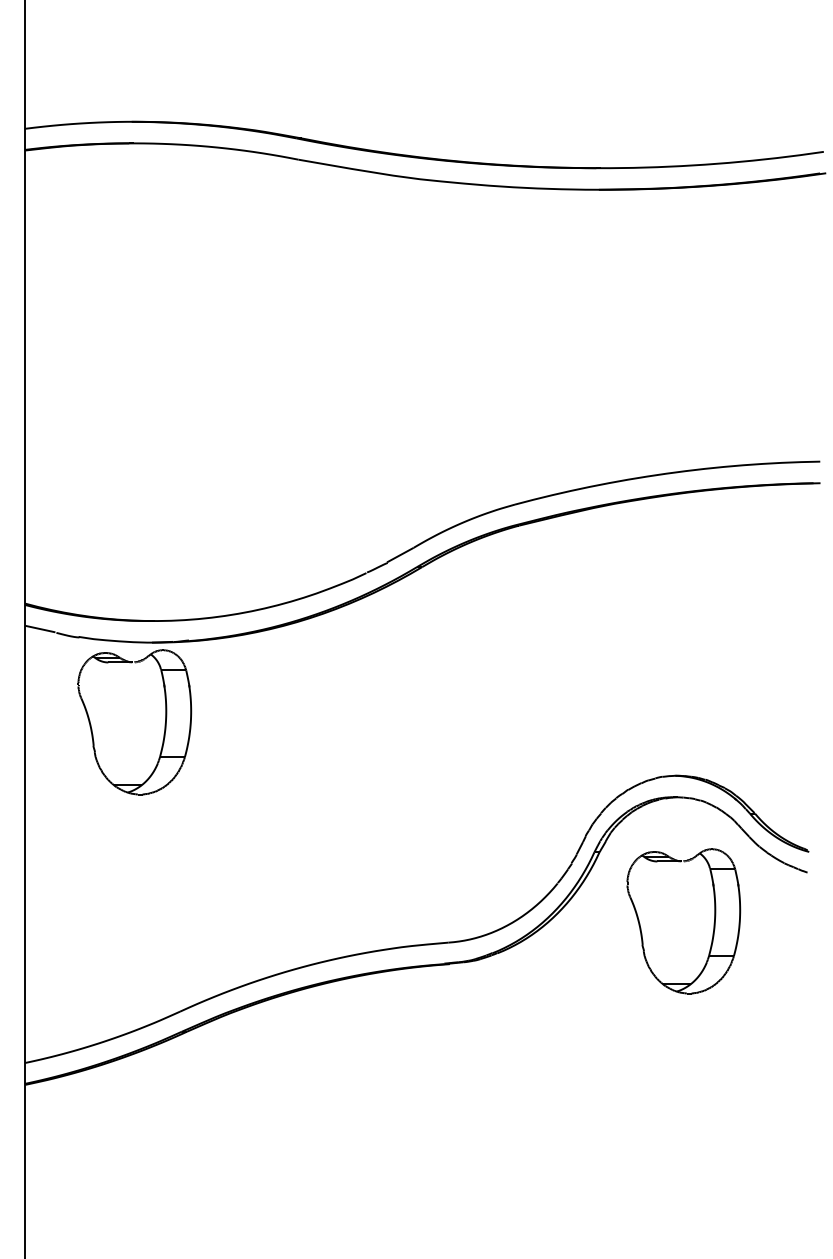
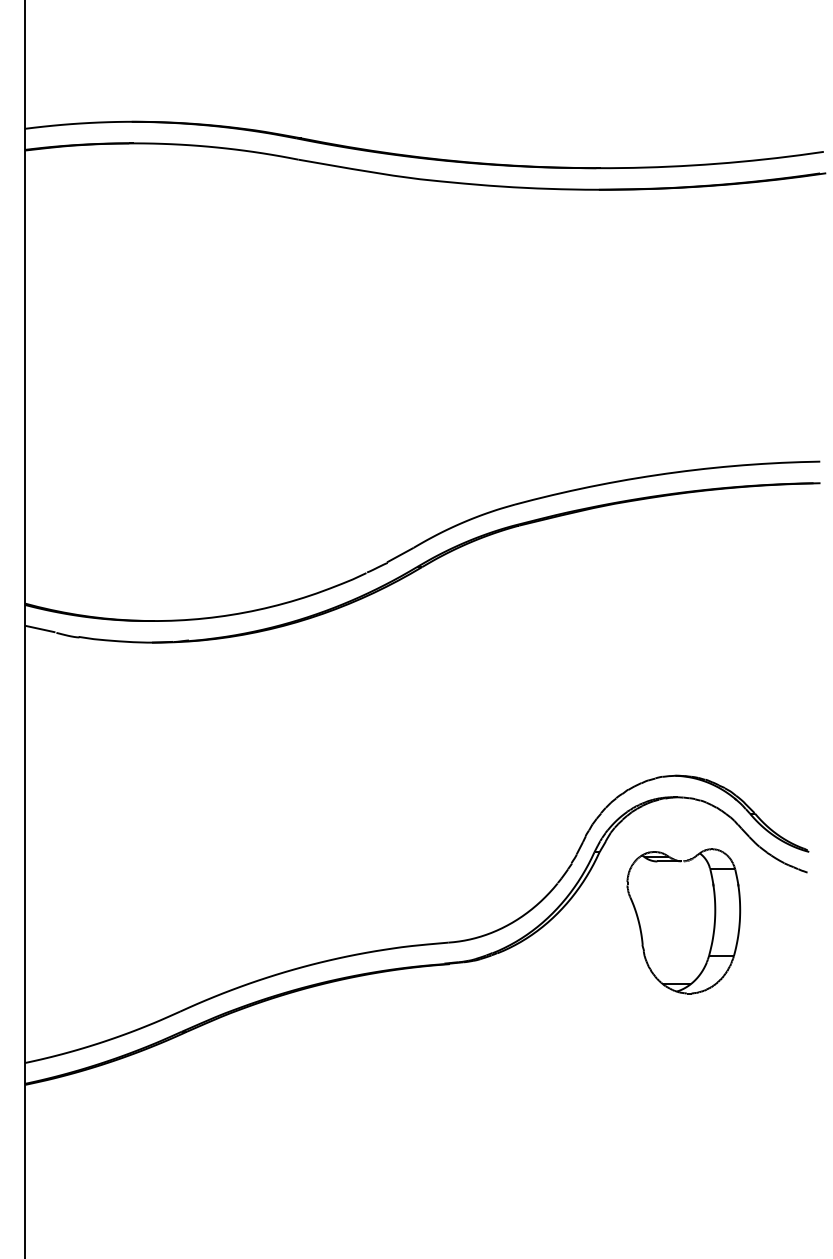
part at (164, 724): present -> none
